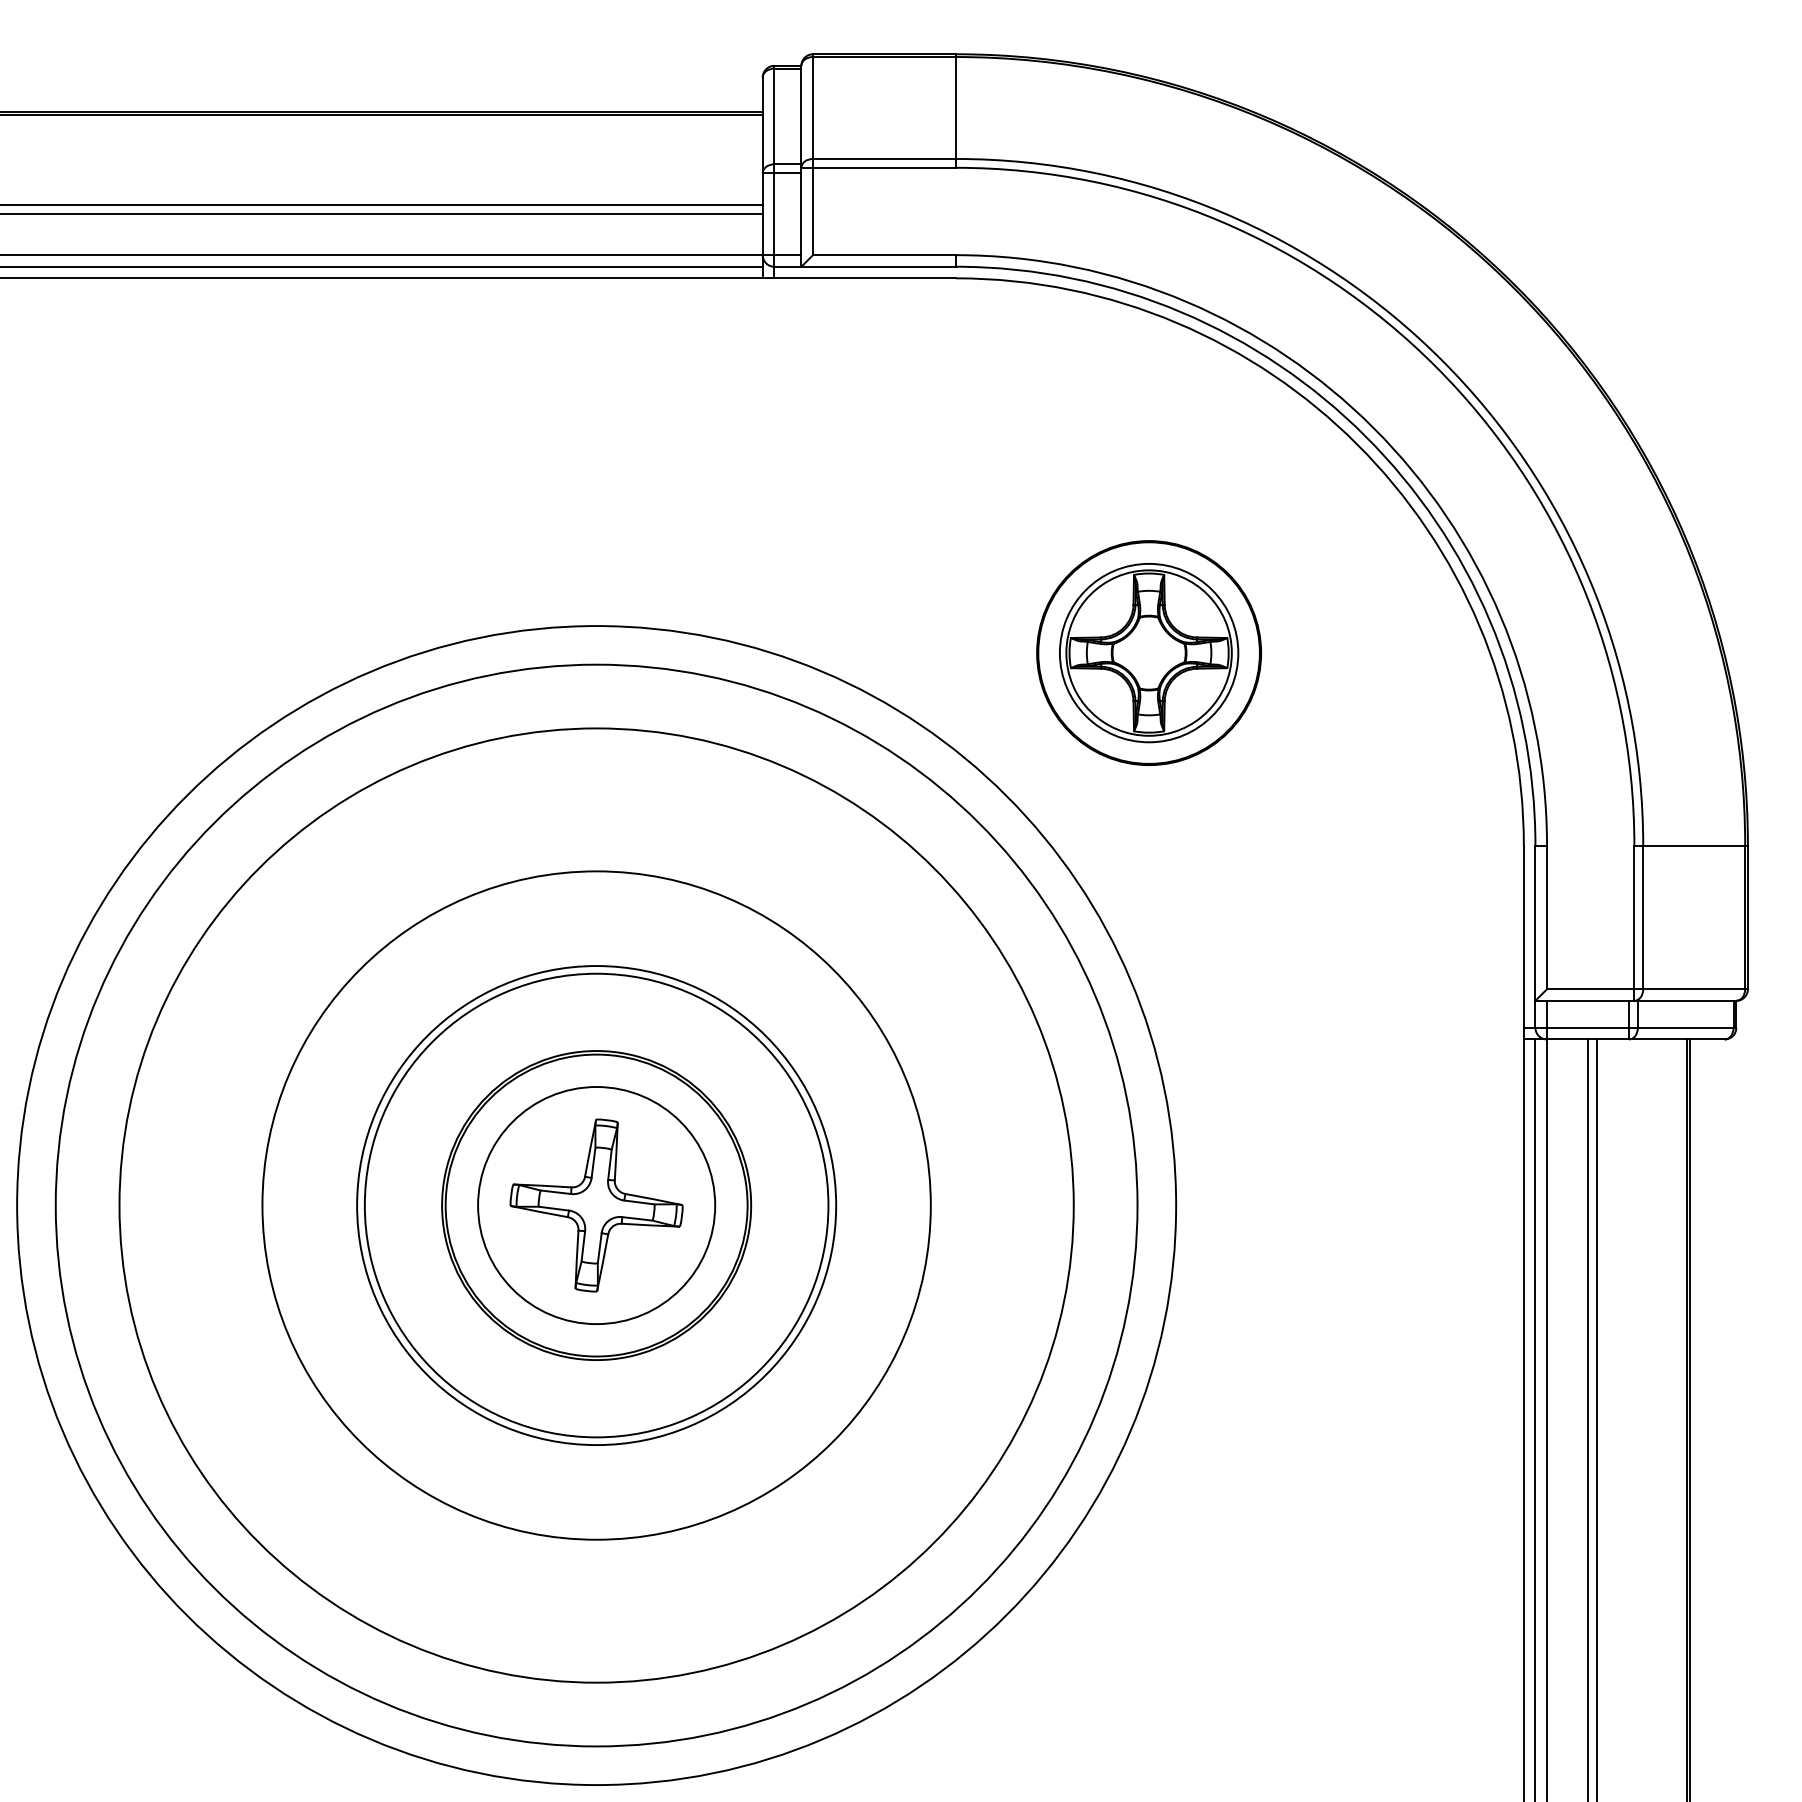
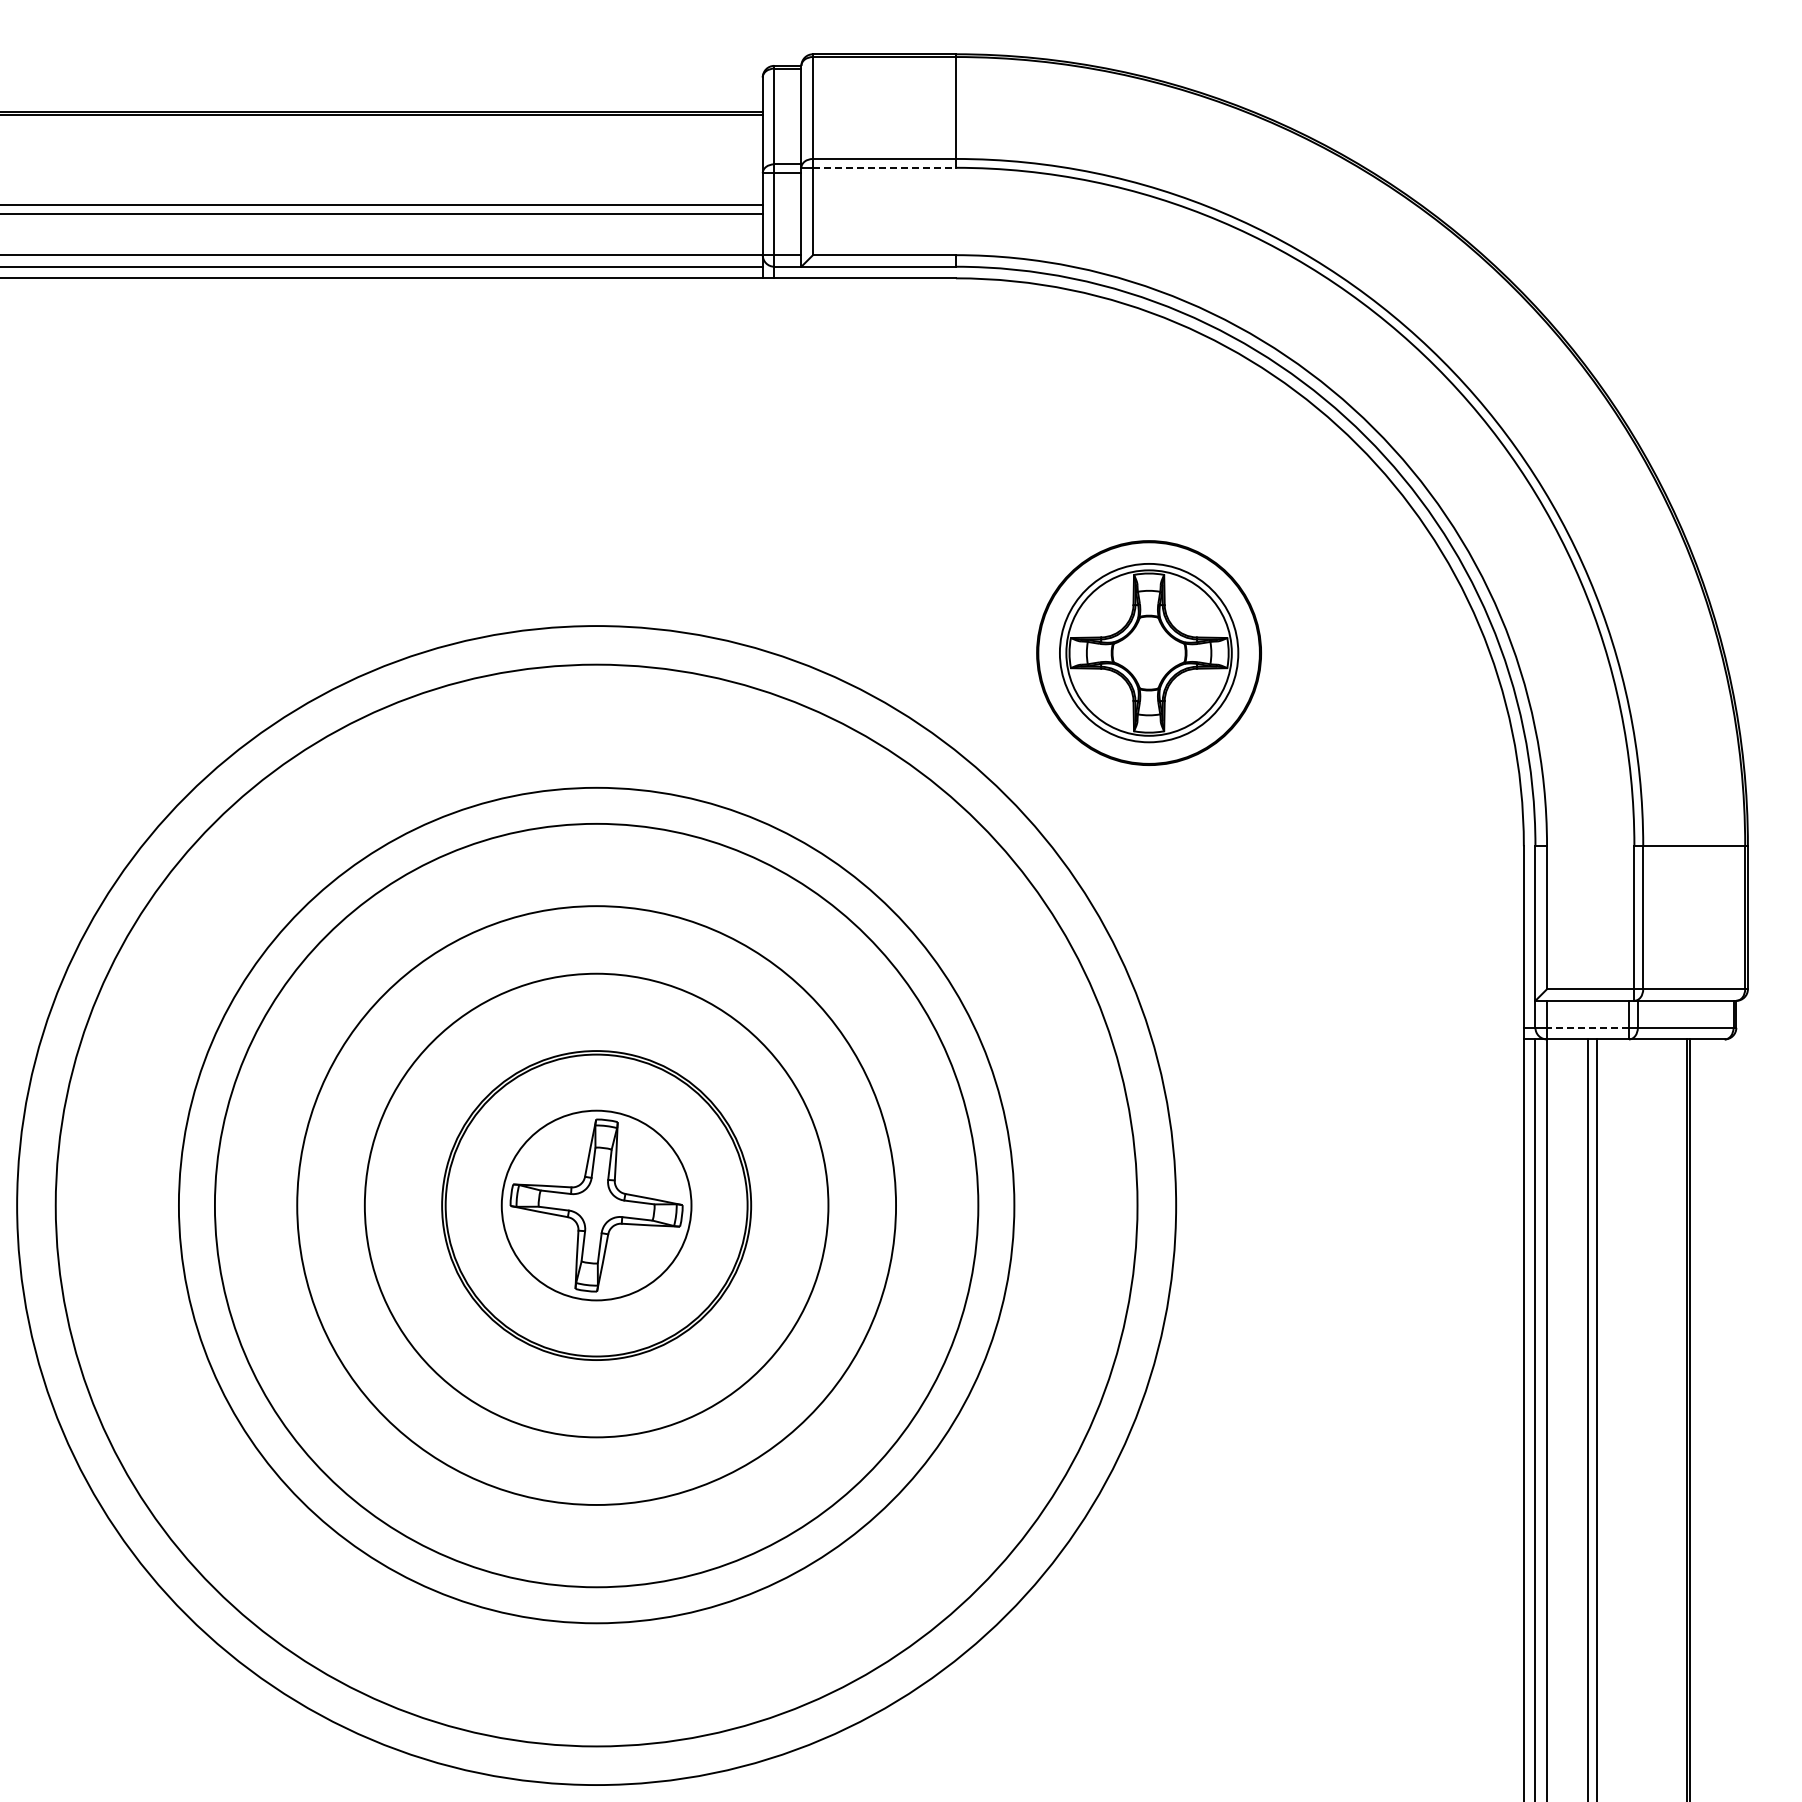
line at (884, 167): solid -> dashed
line at (1588, 1027): solid -> dashed
circle at (596, 1205) diameter: 237 px -> 190 px
circle at (596, 1205) diameter: 479 px -> 599 px
circle at (596, 1205) diameter: 668 px -> 835 px
circle at (596, 1205) diameter: 954 px -> 763 px
